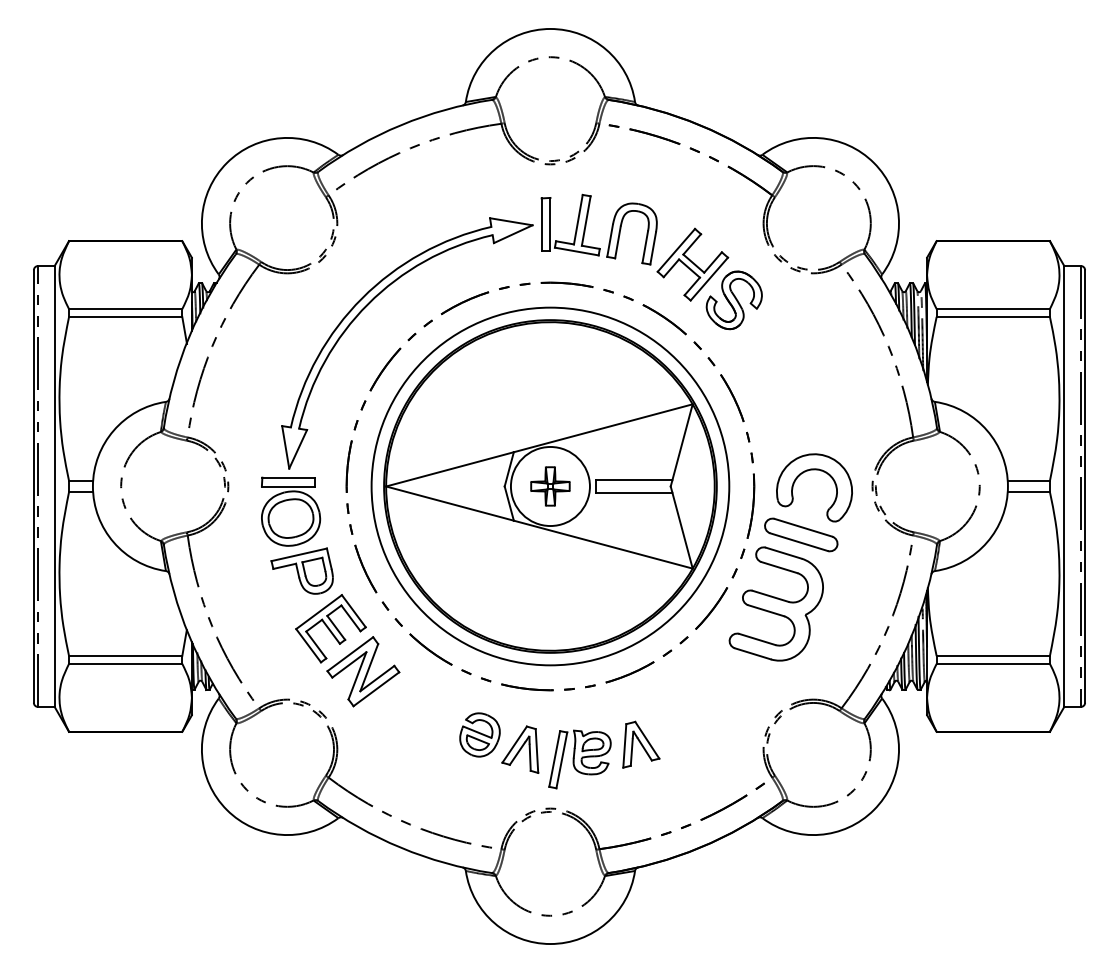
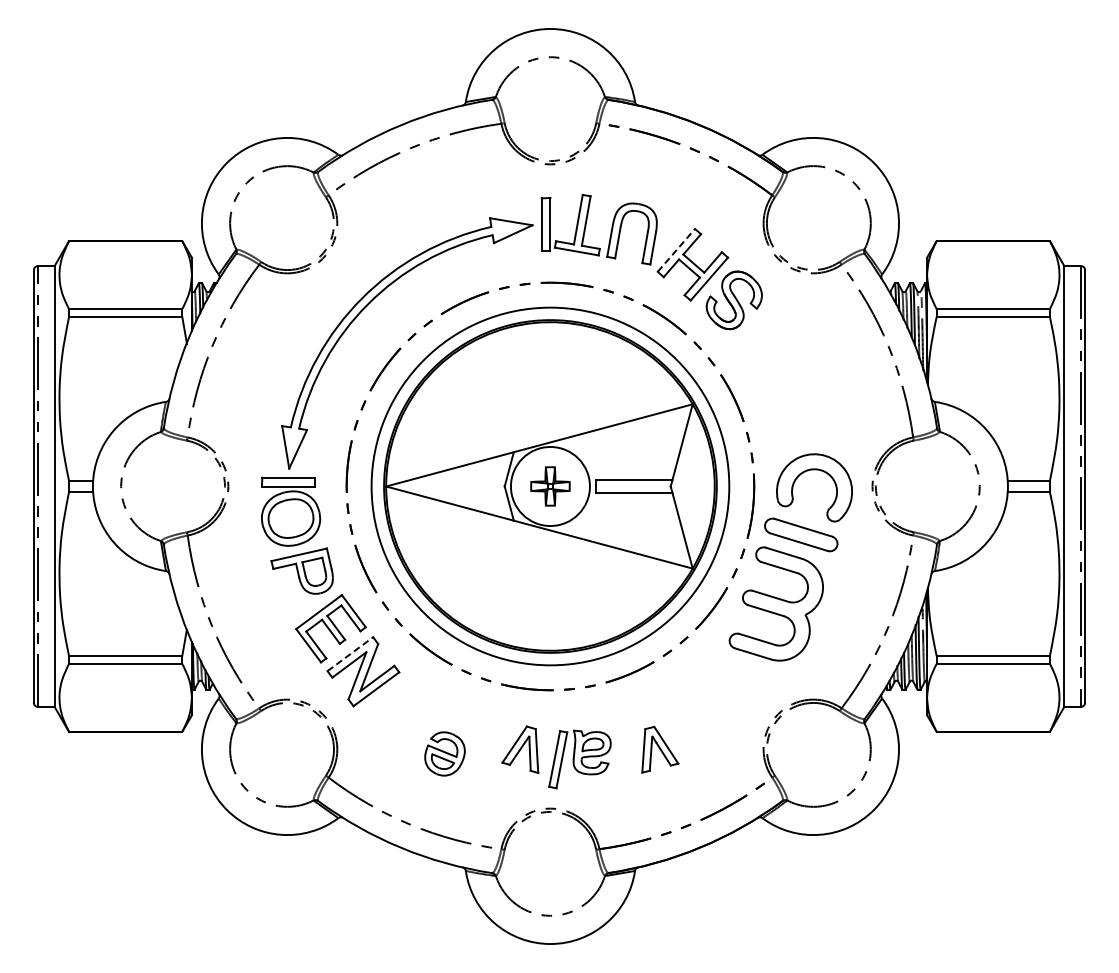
line at (676, 250): solid -> dashed
line at (350, 653): solid -> dashed
part at (479, 734) position: (479, 734) -> (444, 753)
part at (641, 744) position: (641, 744) -> (660, 749)
